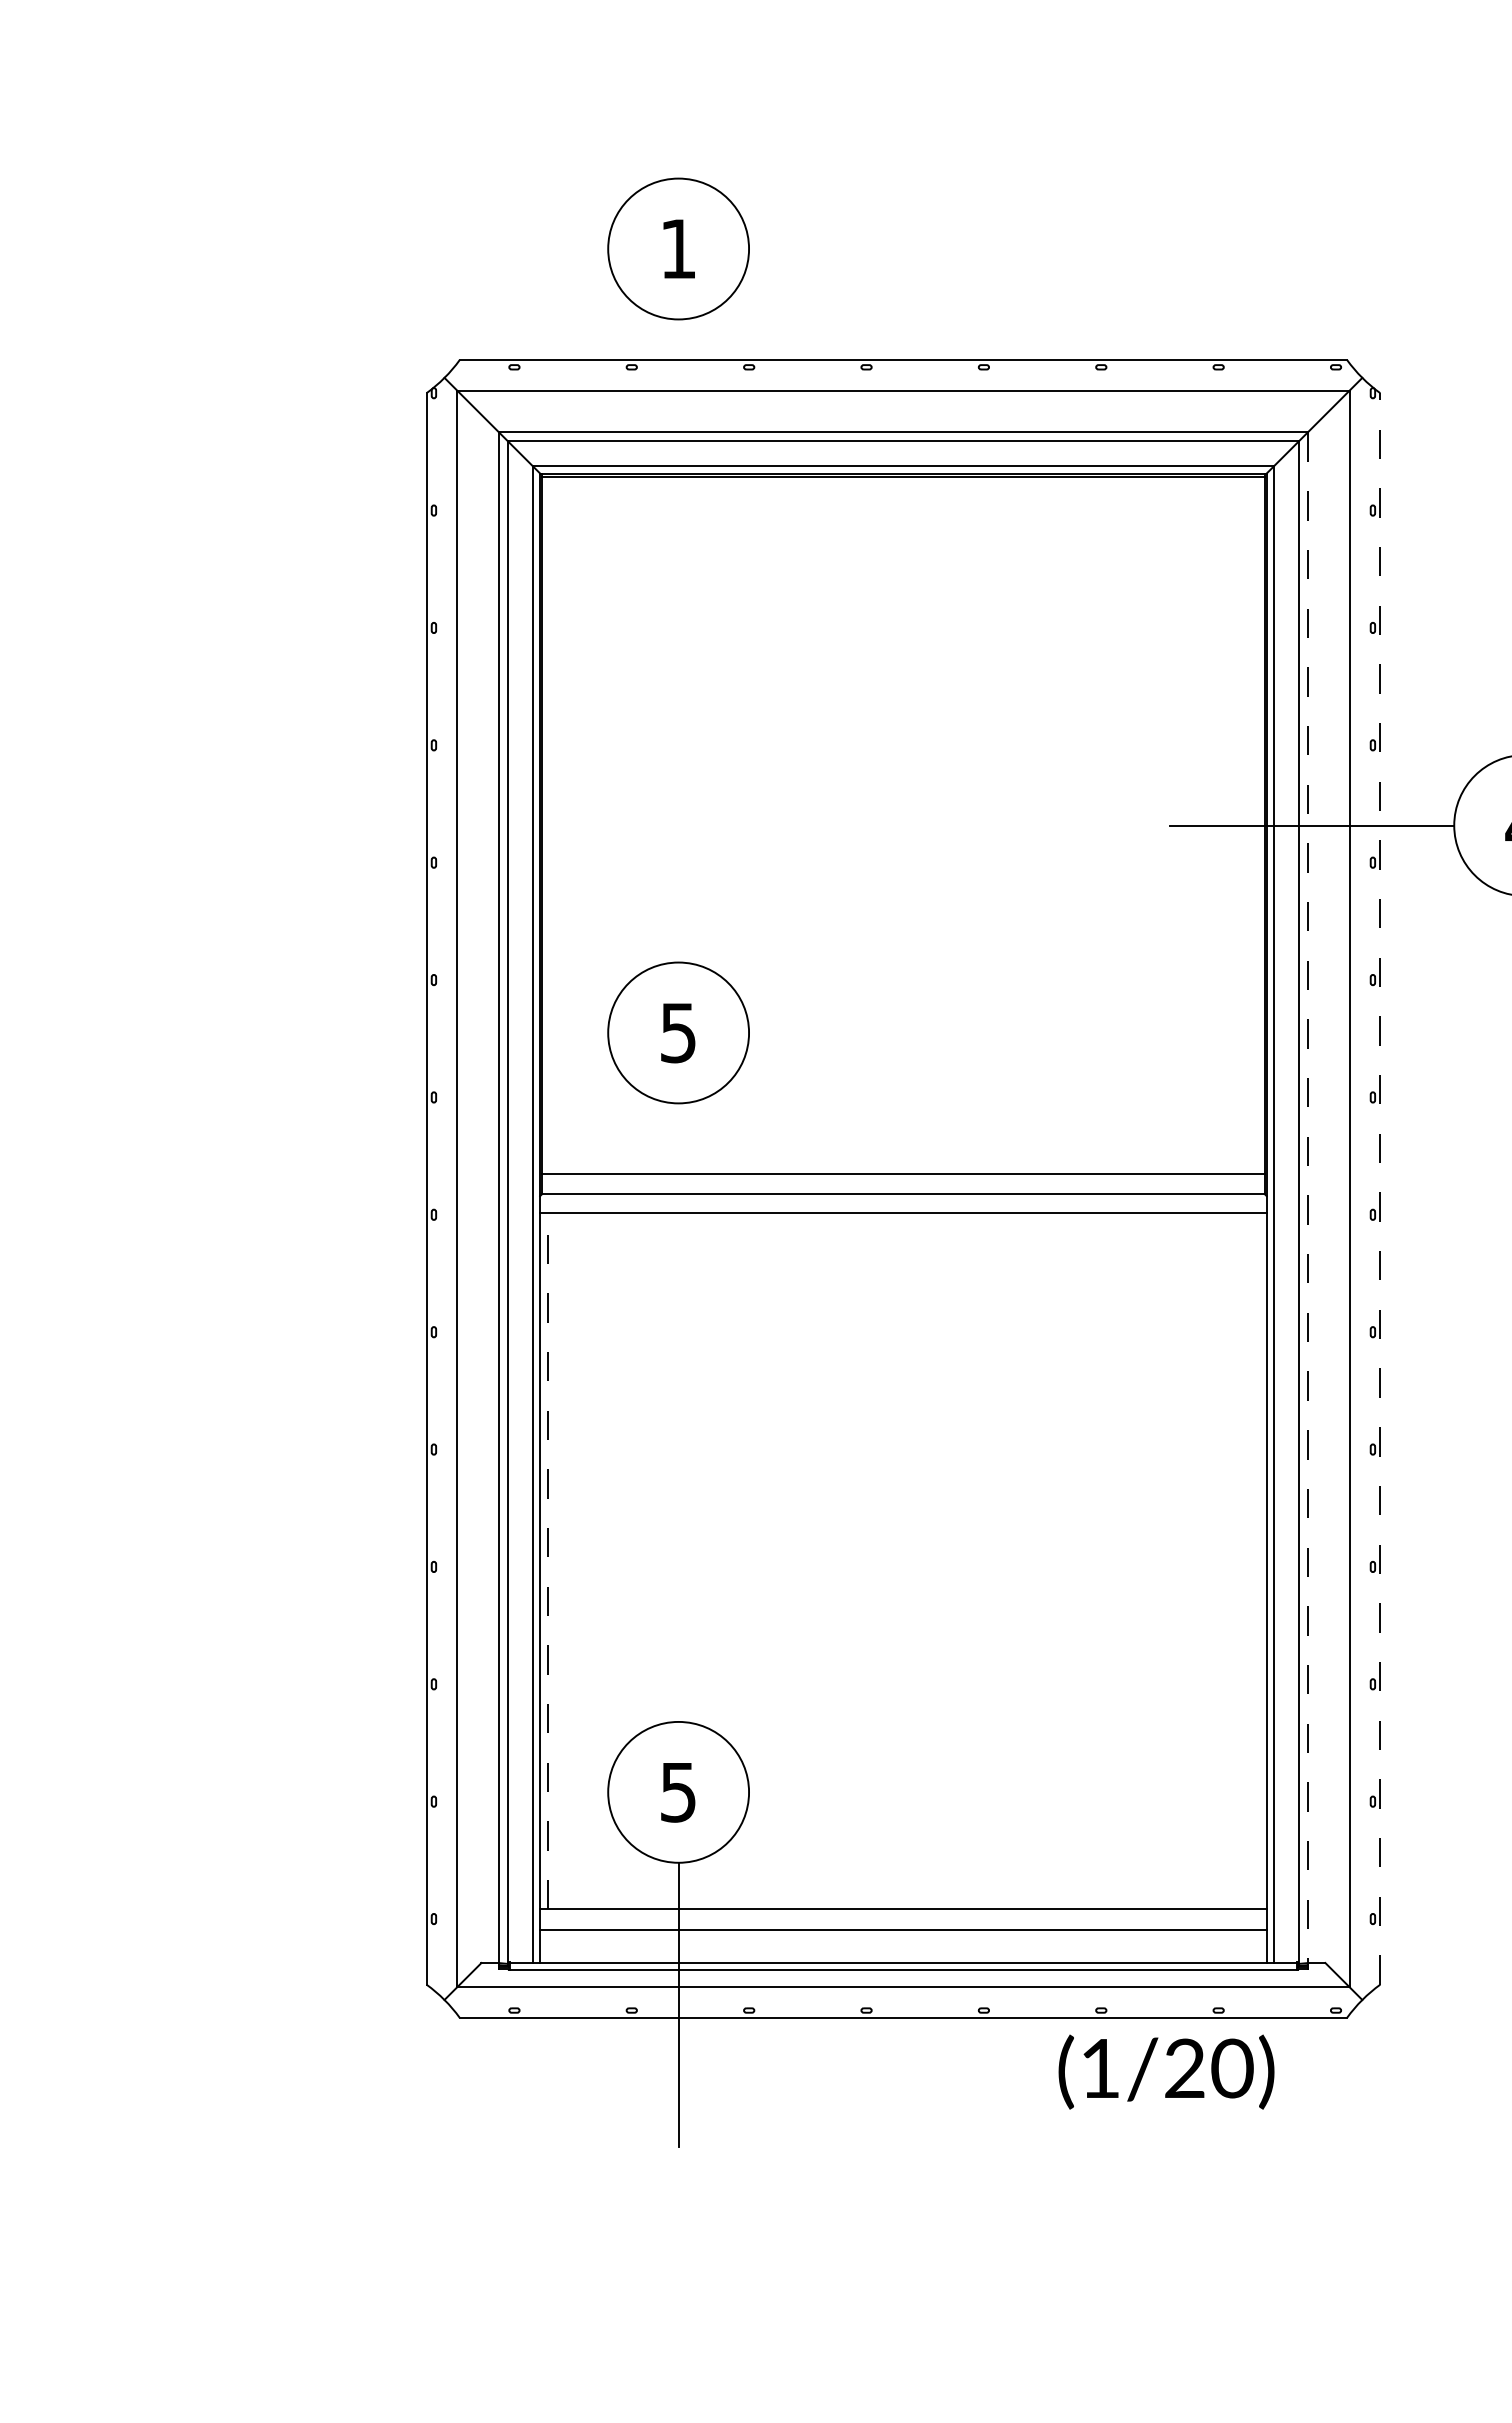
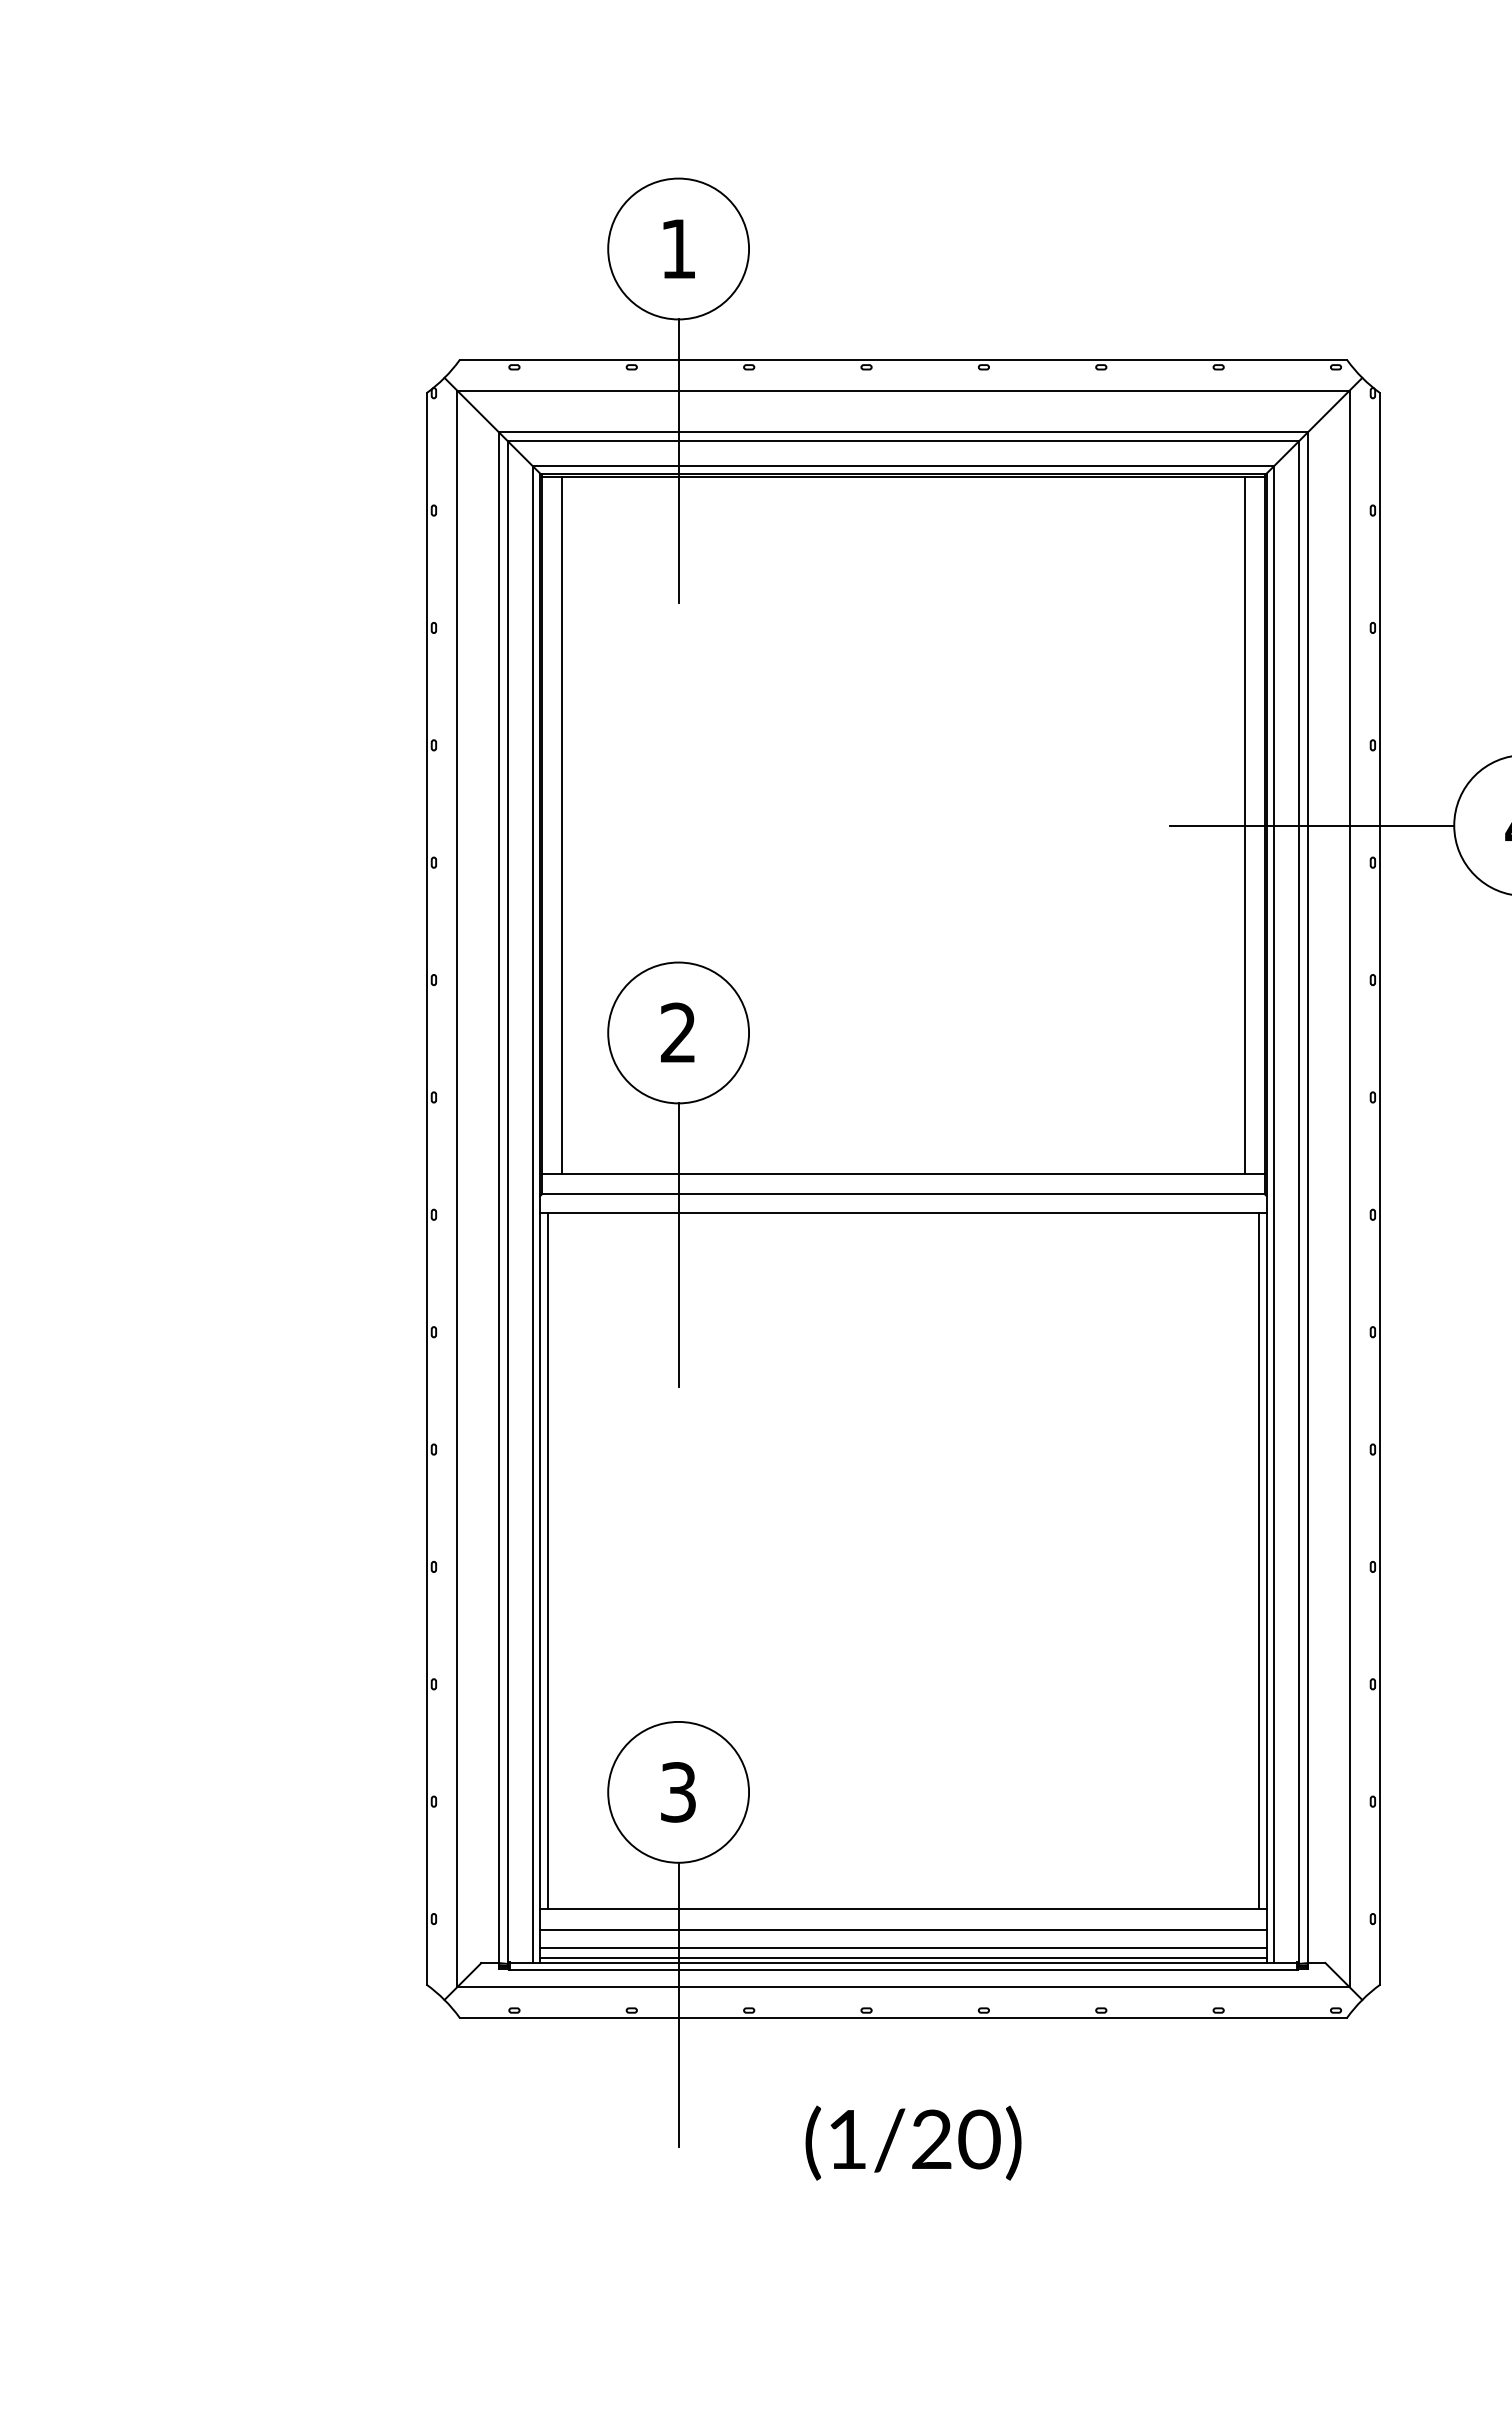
line at (678, 461): none -> present
line at (562, 825): none -> present
line at (1244, 825): none -> present
text at (678, 1032): 5 -> 2
line at (1380, 1188): dashed -> solid
line at (1307, 1198): dashed -> solid
line at (678, 1245): none -> present
line at (547, 1560): dashed -> solid
line at (1259, 1560): none -> present
text at (678, 1792): 5 -> 3
line at (903, 1948): none -> present
line at (903, 1957): none -> present
text at (1166, 2071) position: (1166, 2071) -> (913, 2142)
